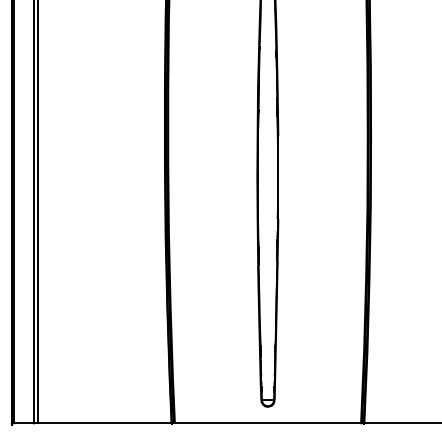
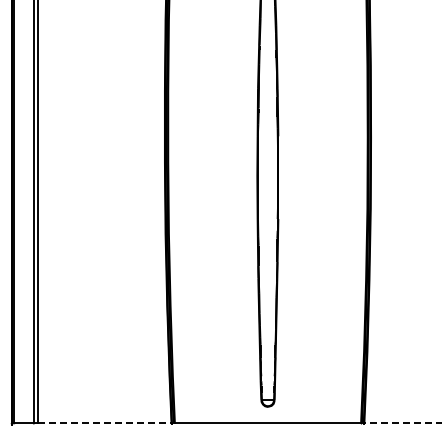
line at (104, 422): solid -> dashed
line at (402, 422): solid -> dashed
